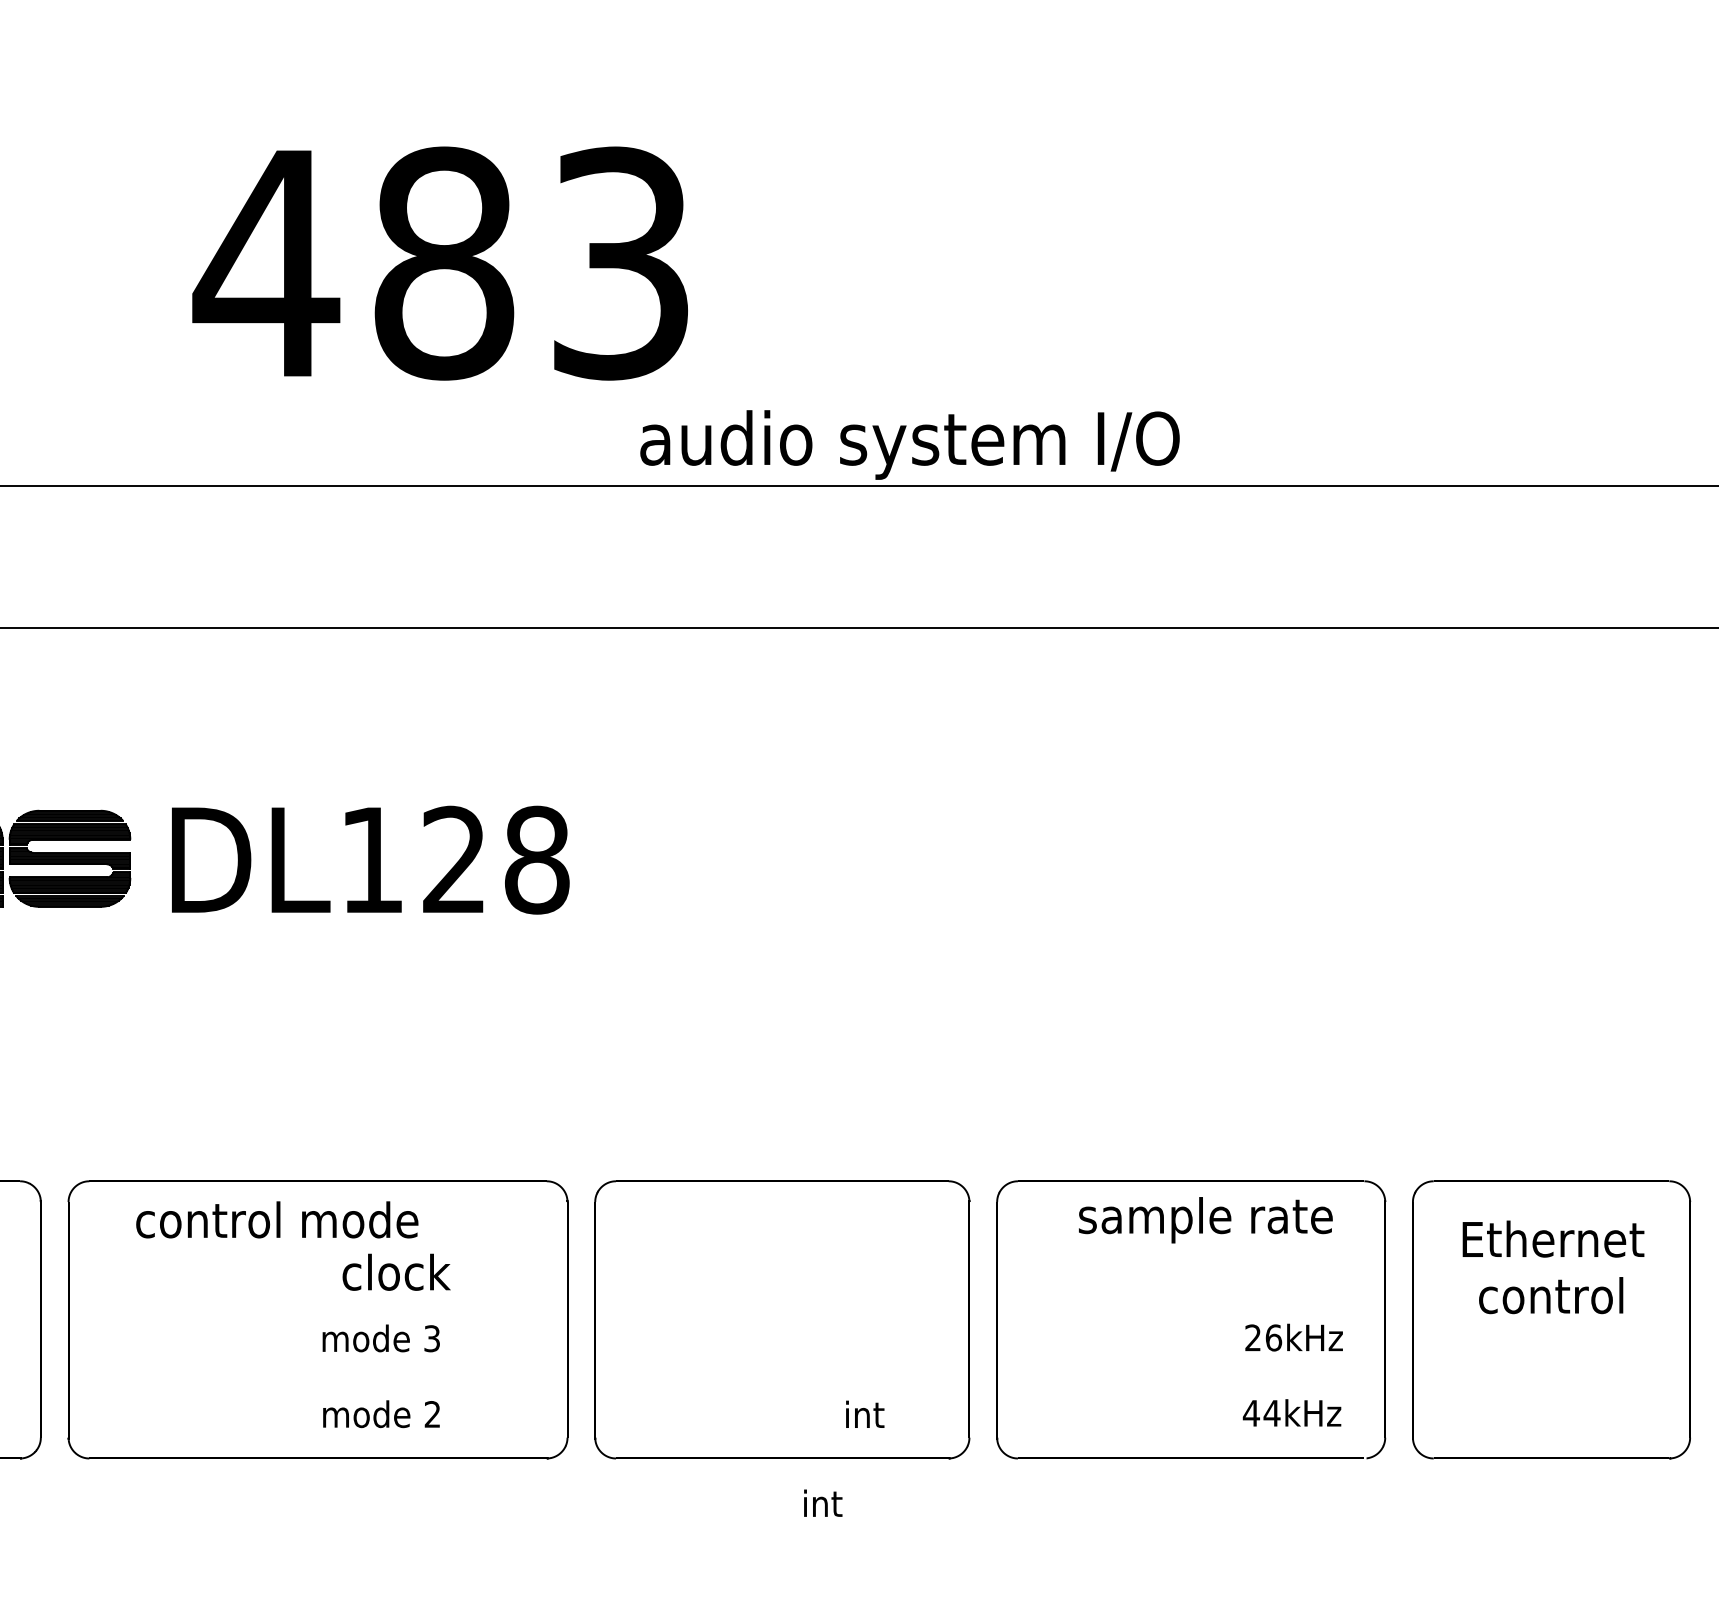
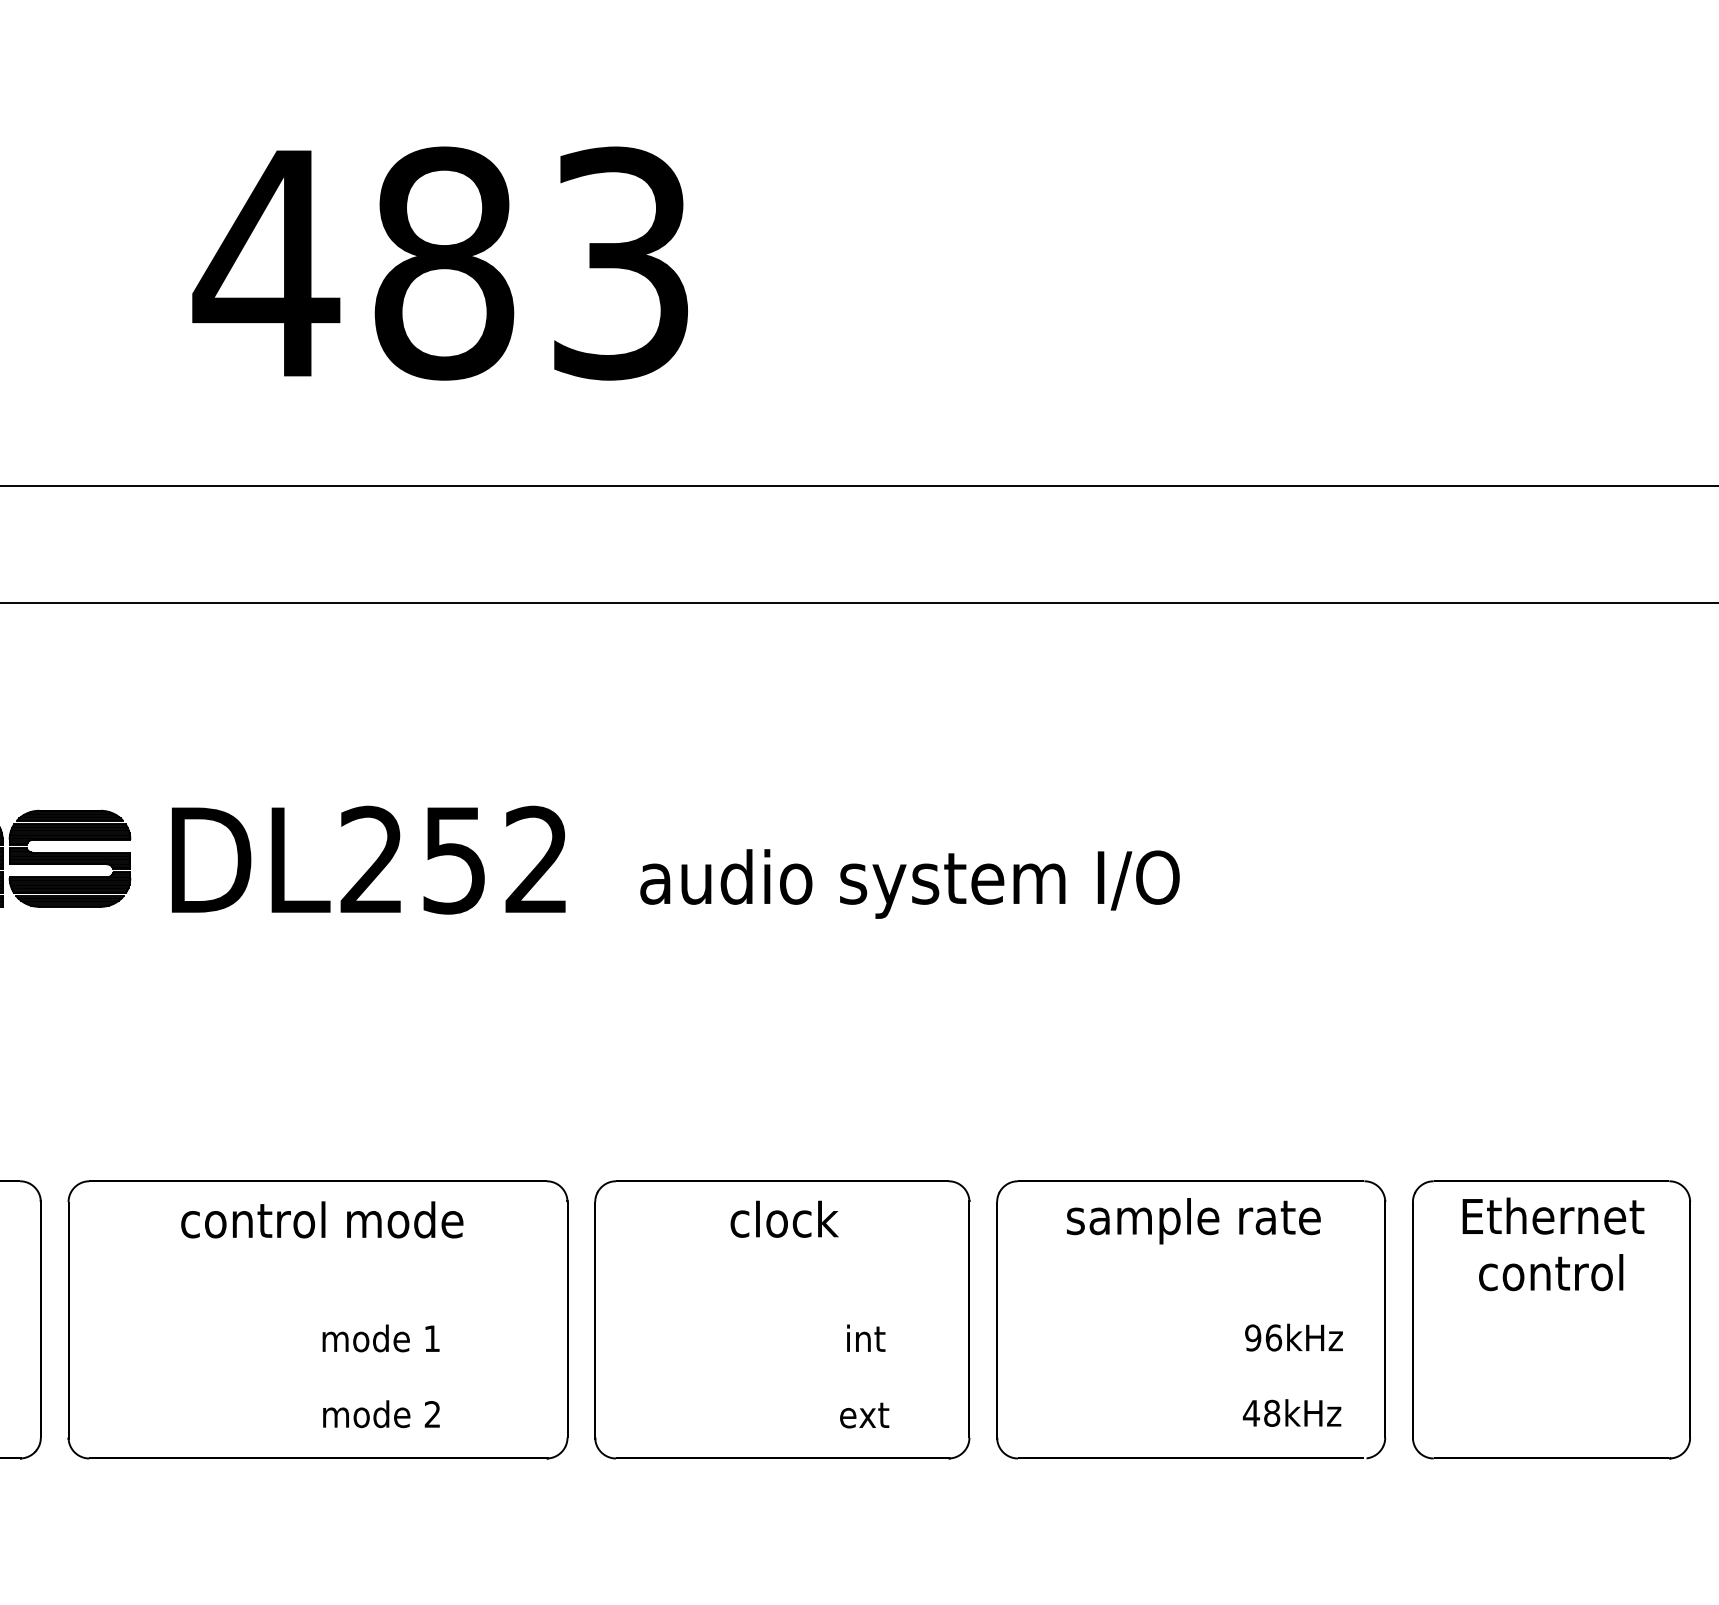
text at (909, 444) position: (909, 444) -> (909, 883)
line at (858, 628) position: (858, 628) -> (858, 603)
text at (454, 859): DL128 -> DL252
text at (277, 1219) position: (277, 1219) -> (322, 1219)
text at (1205, 1220) position: (1205, 1220) -> (1193, 1221)
text at (1553, 1267) position: (1553, 1267) -> (1553, 1244)
text at (396, 1271) position: (396, 1271) -> (784, 1218)
text at (1253, 1337): 26kHz -> 96kHz
text at (431, 1338): 3 -> 1
text at (1271, 1412): 44kHz -> 48kHz
text at (864, 1414): int -> ext
text at (823, 1502) position: (823, 1502) -> (866, 1337)
